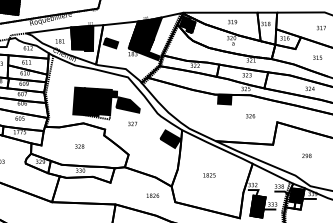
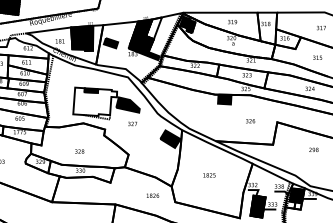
fill at (154, 28): present -> none
fill at (95, 101): present -> none
text at (250, 116) position: (250, 116) -> (250, 121)
text at (79, 146) position: (79, 146) -> (79, 151)
text at (306, 155) position: (306, 155) -> (313, 149)
